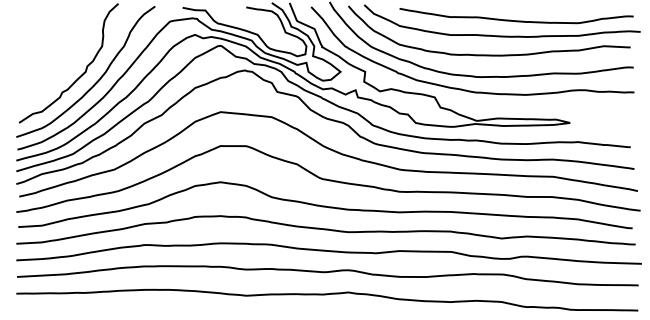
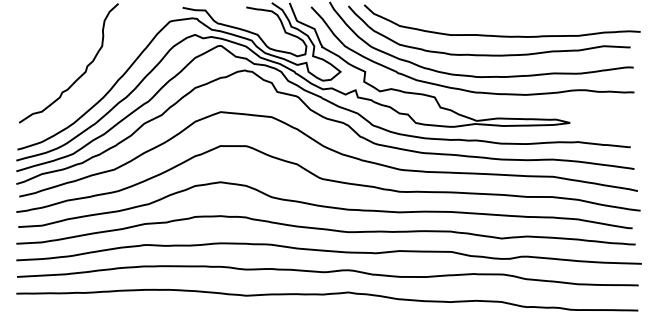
curve at (516, 20): present -> none
curve at (96, 81): present -> none
